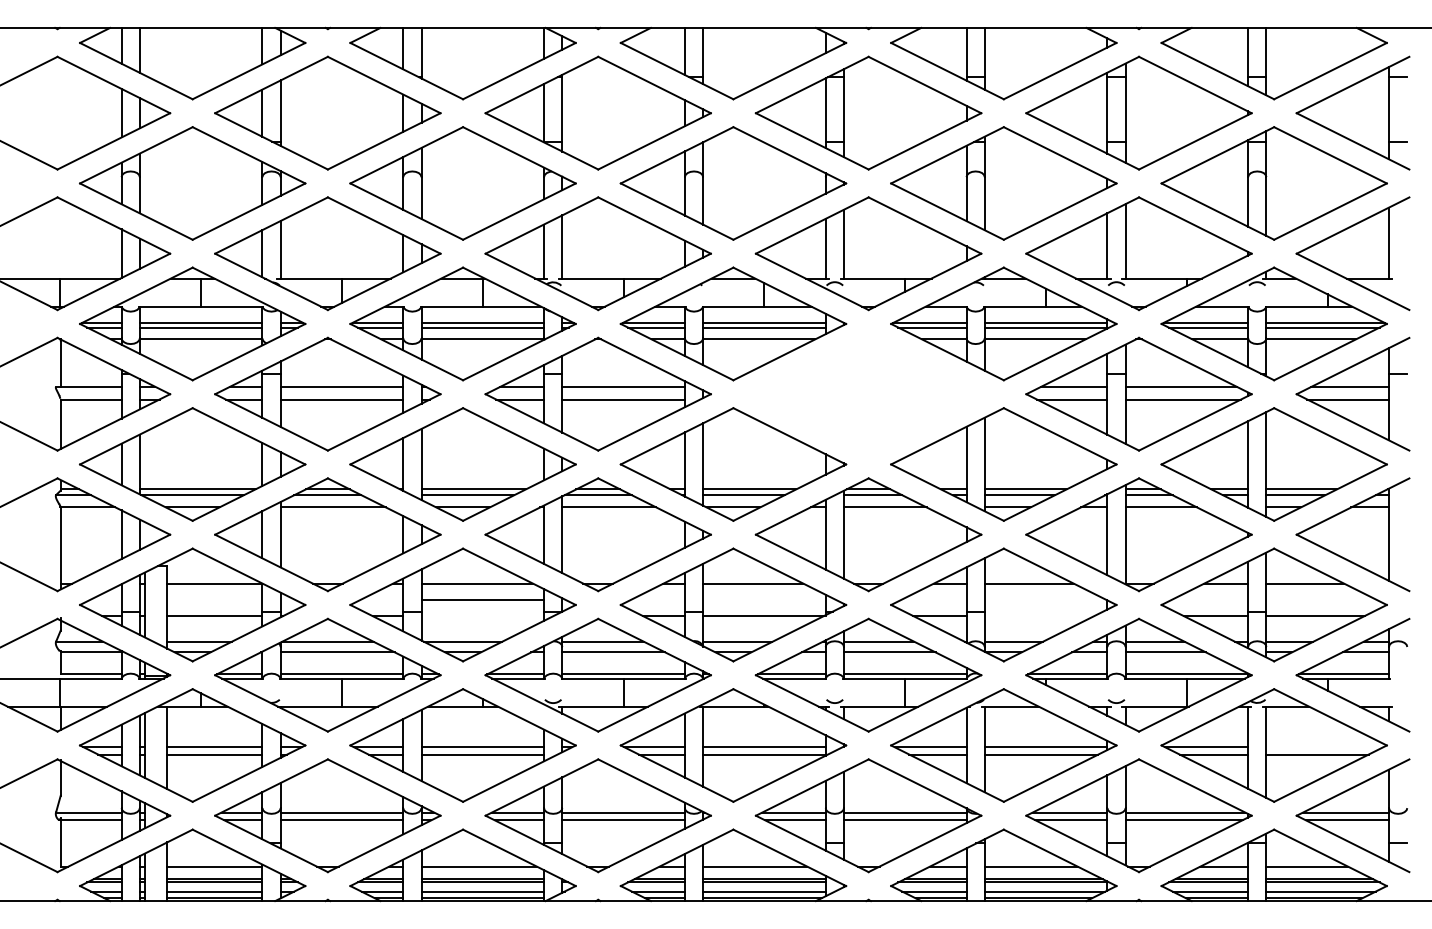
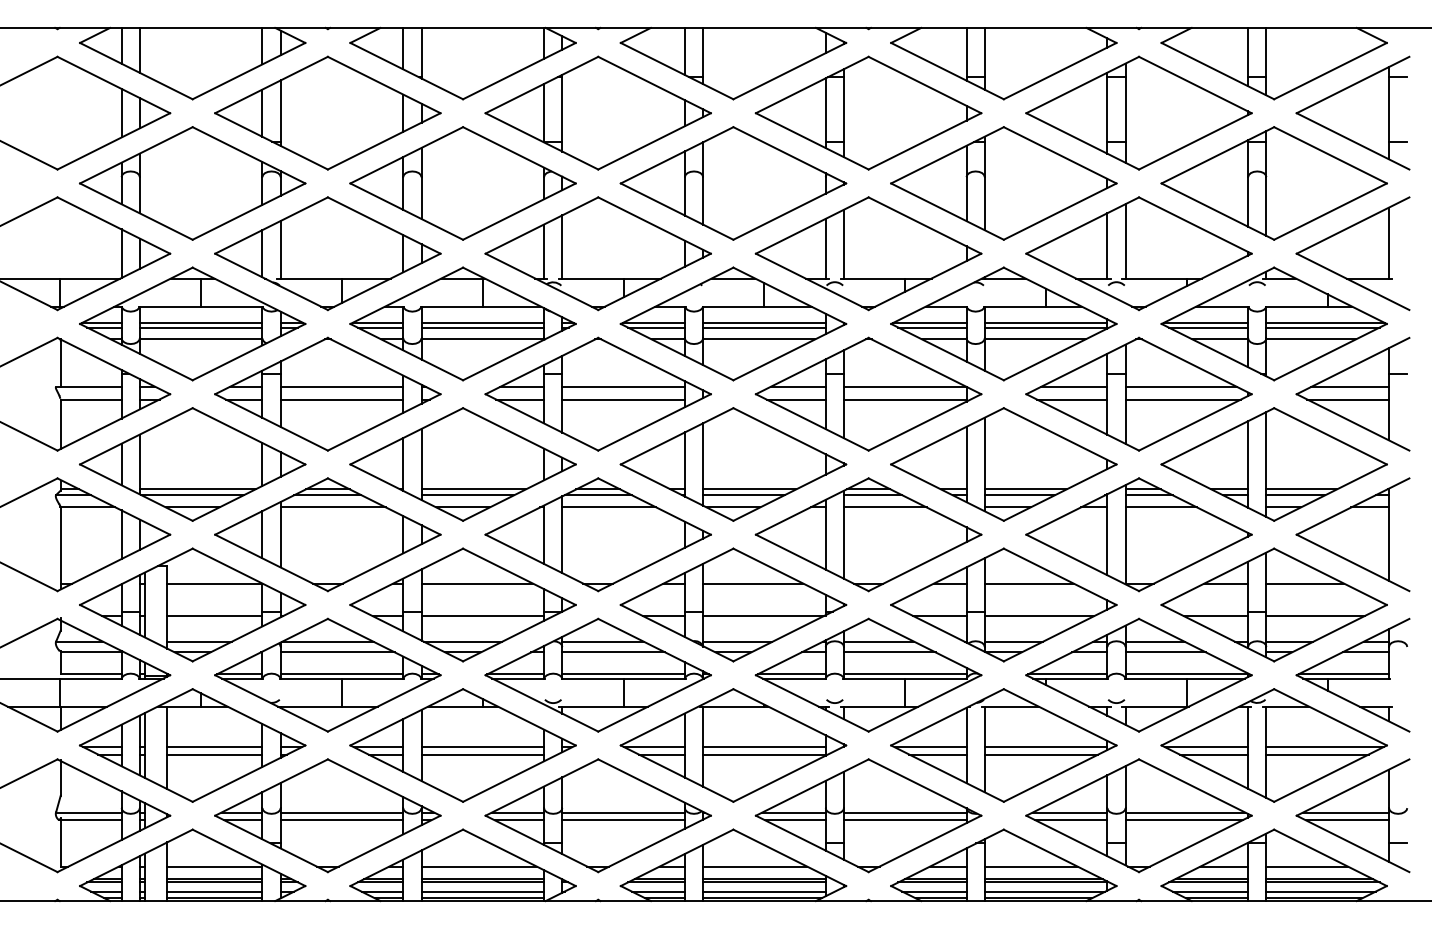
part at (868, 393): none -> present
line at (482, 600) position: (482, 600) -> (482, 616)
line at (1039, 616): none -> present
line at (1324, 747): none -> present
